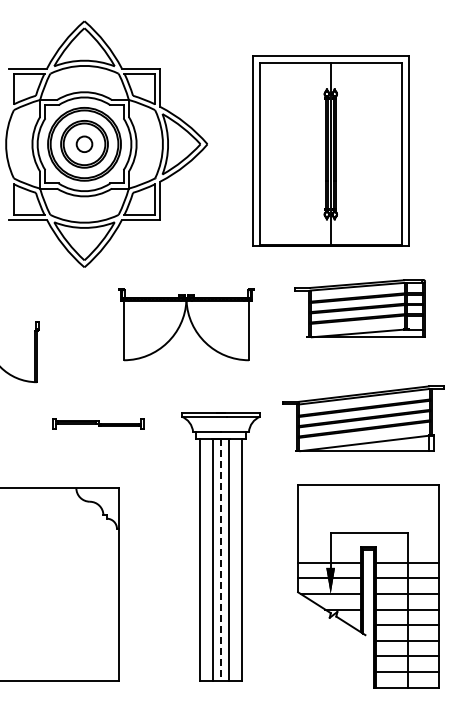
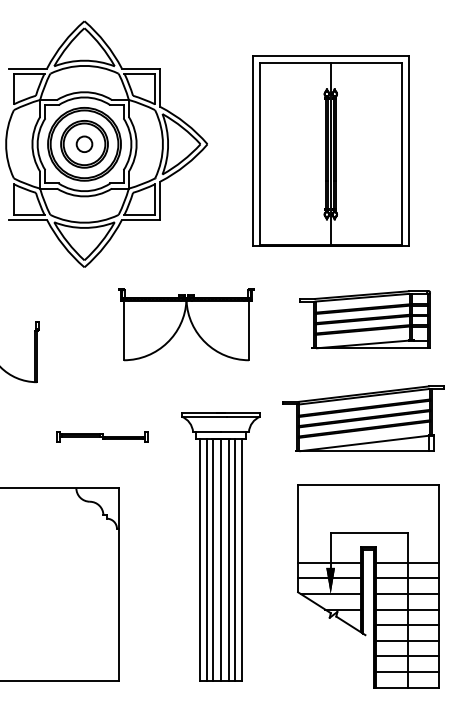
part at (359, 308) position: (359, 308) -> (364, 319)
part at (98, 423) position: (98, 423) -> (102, 436)
line at (206, 559): none -> present
line at (235, 559): none -> present
line at (221, 560): dashed -> solid
